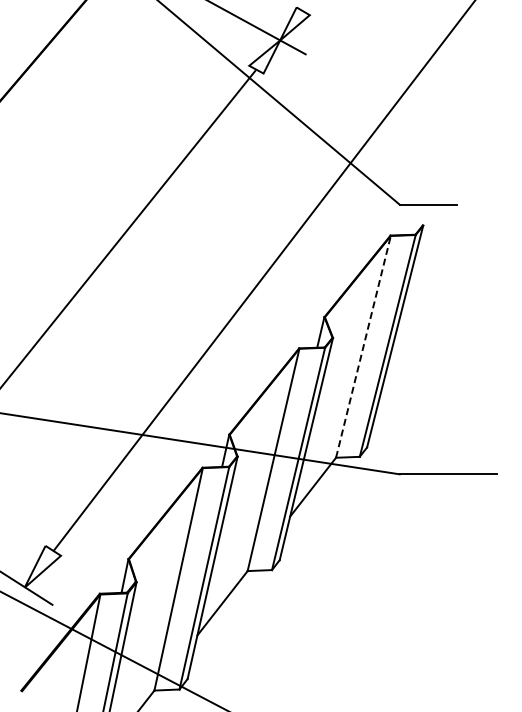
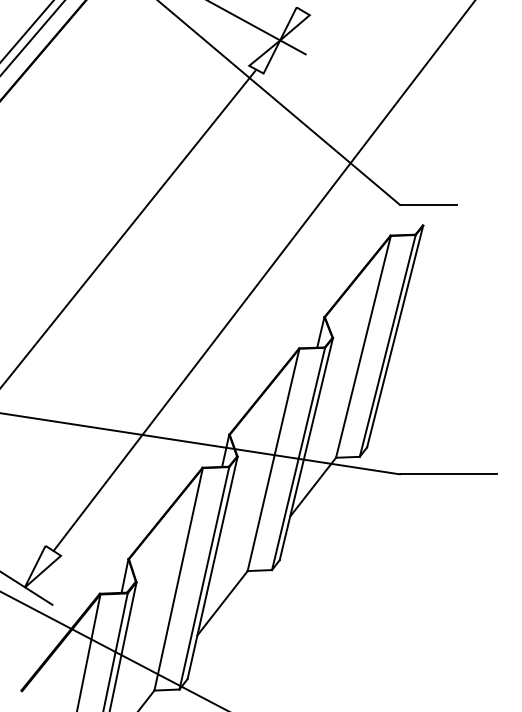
line at (27, 31): none -> present
line at (32, 37): none -> present
line at (363, 346): dashed -> solid
